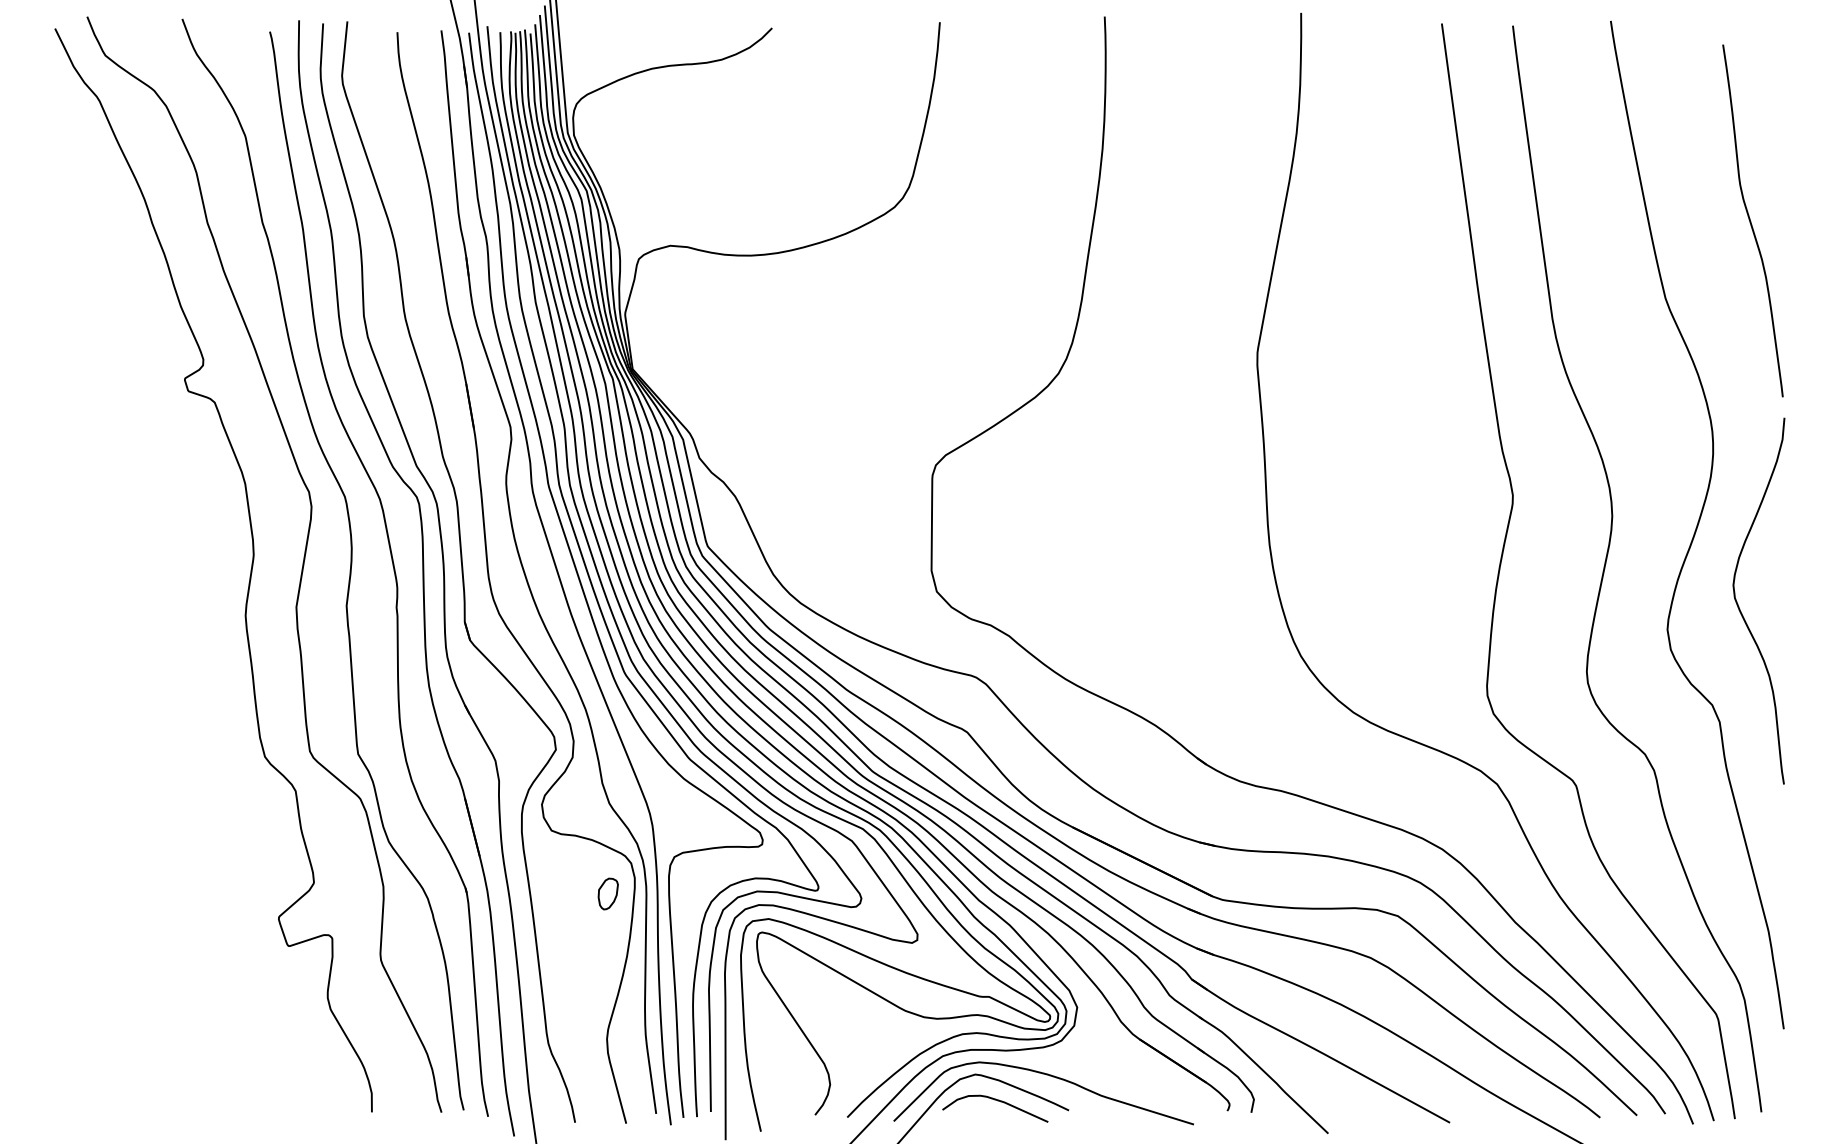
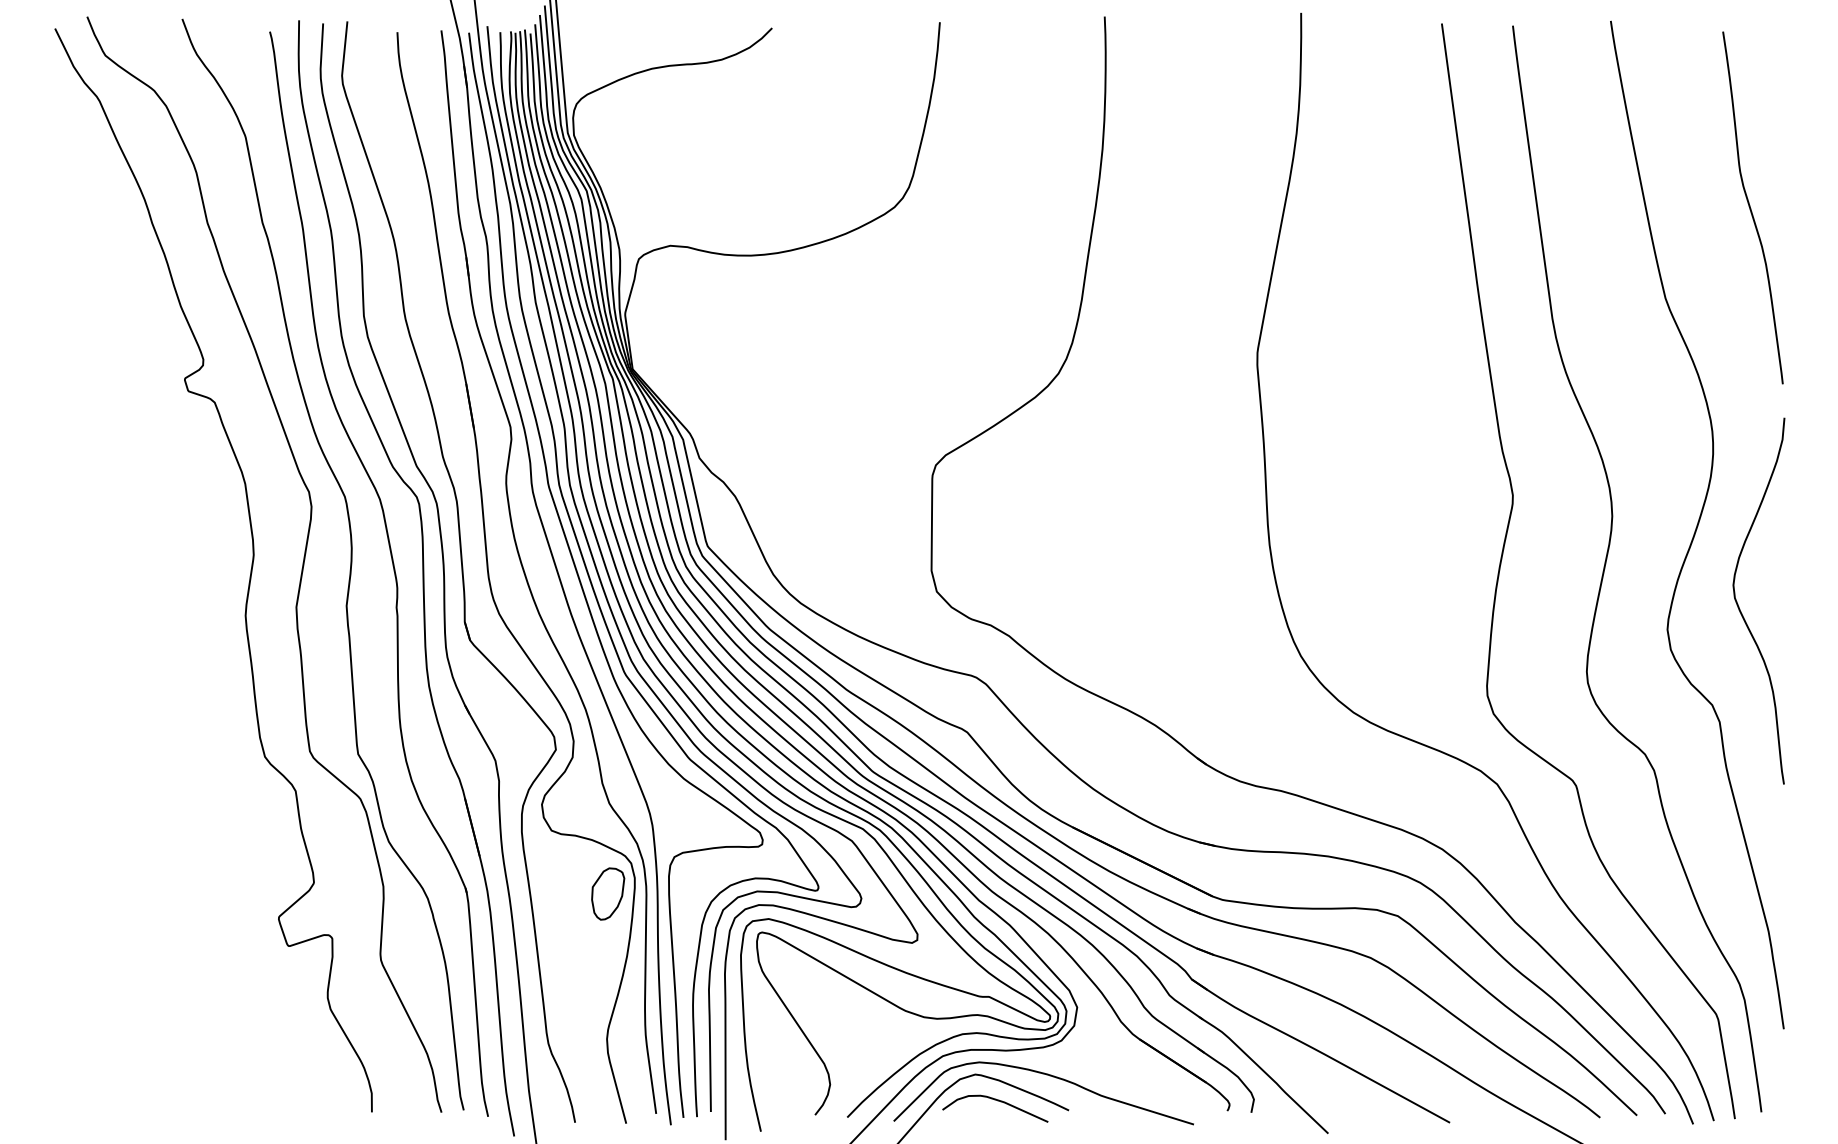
curve at (1751, 221) position: (1751, 221) -> (1751, 208)
part at (607, 893) size: 22x34 px -> 35x54 px
